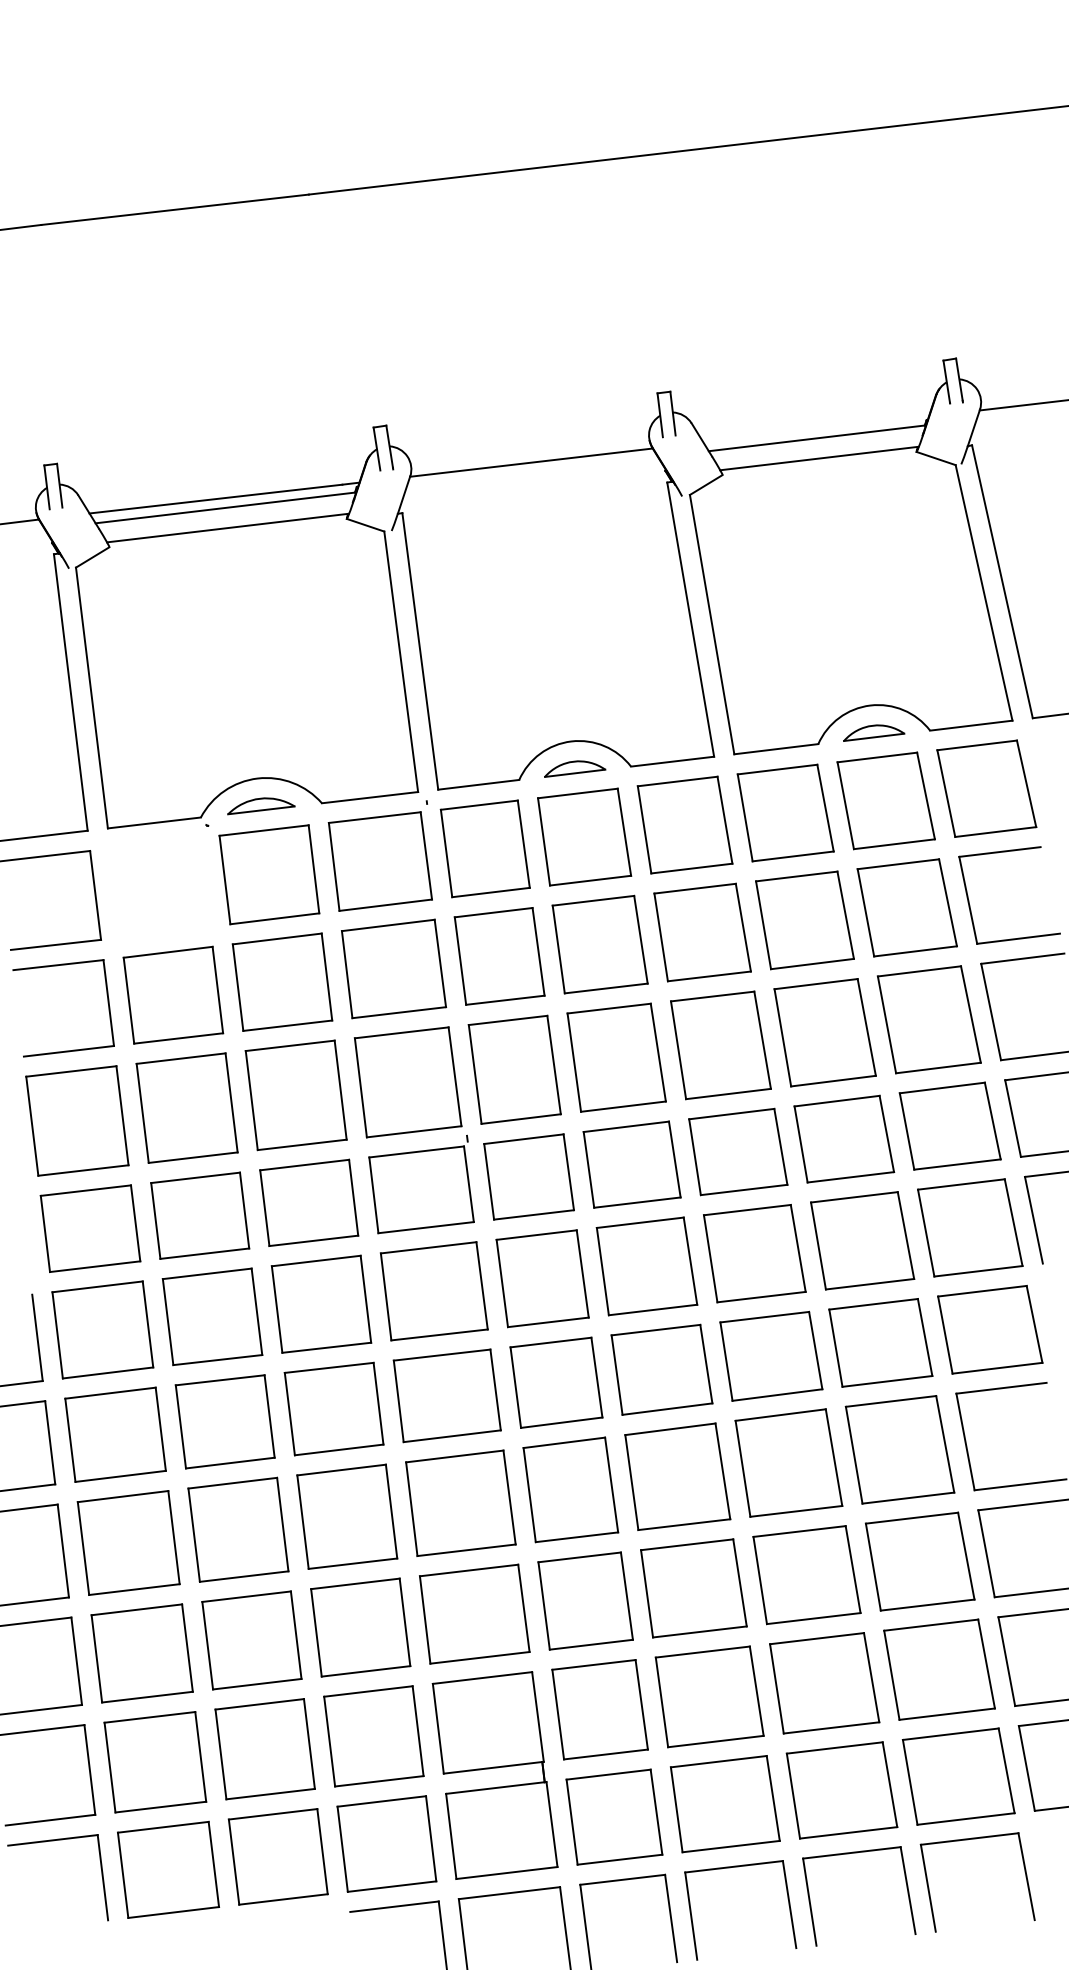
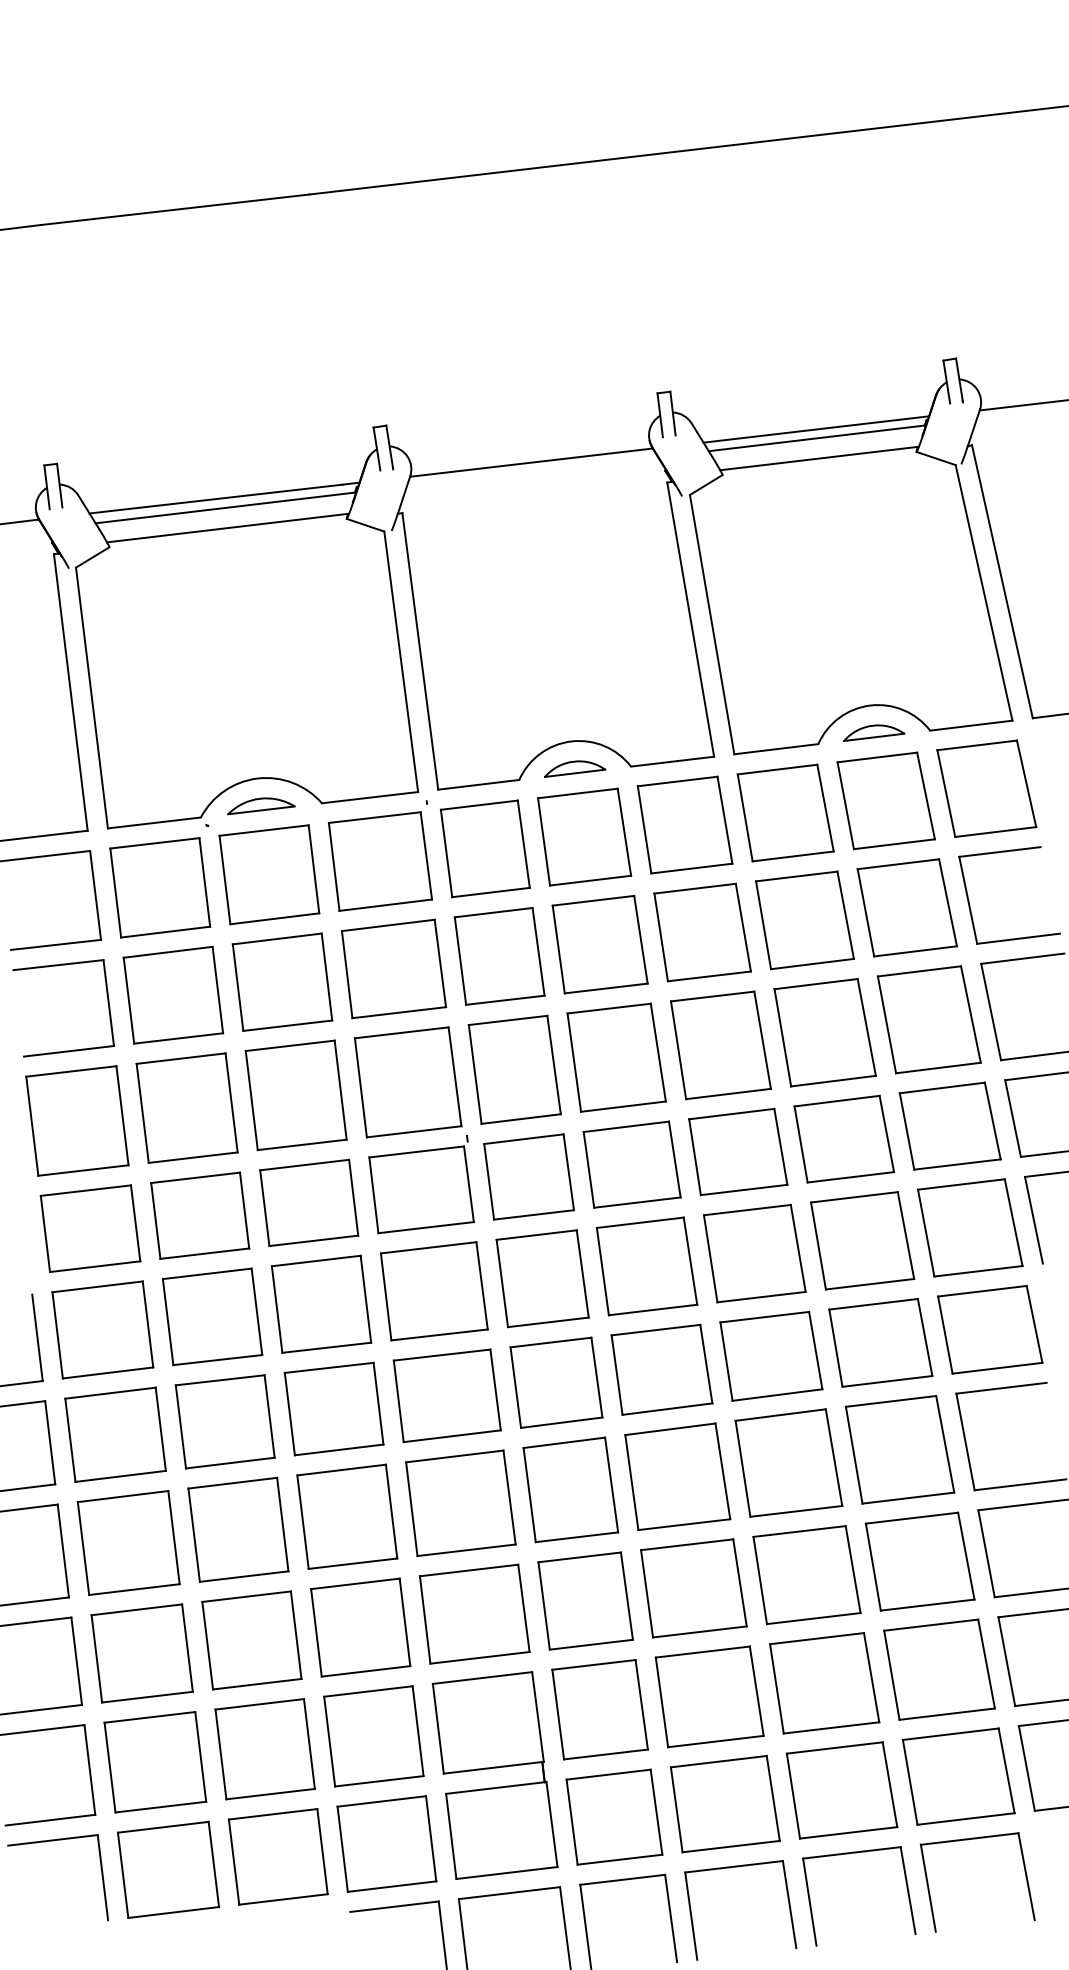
line at (815, 429): none -> present
part at (160, 887): none -> present
